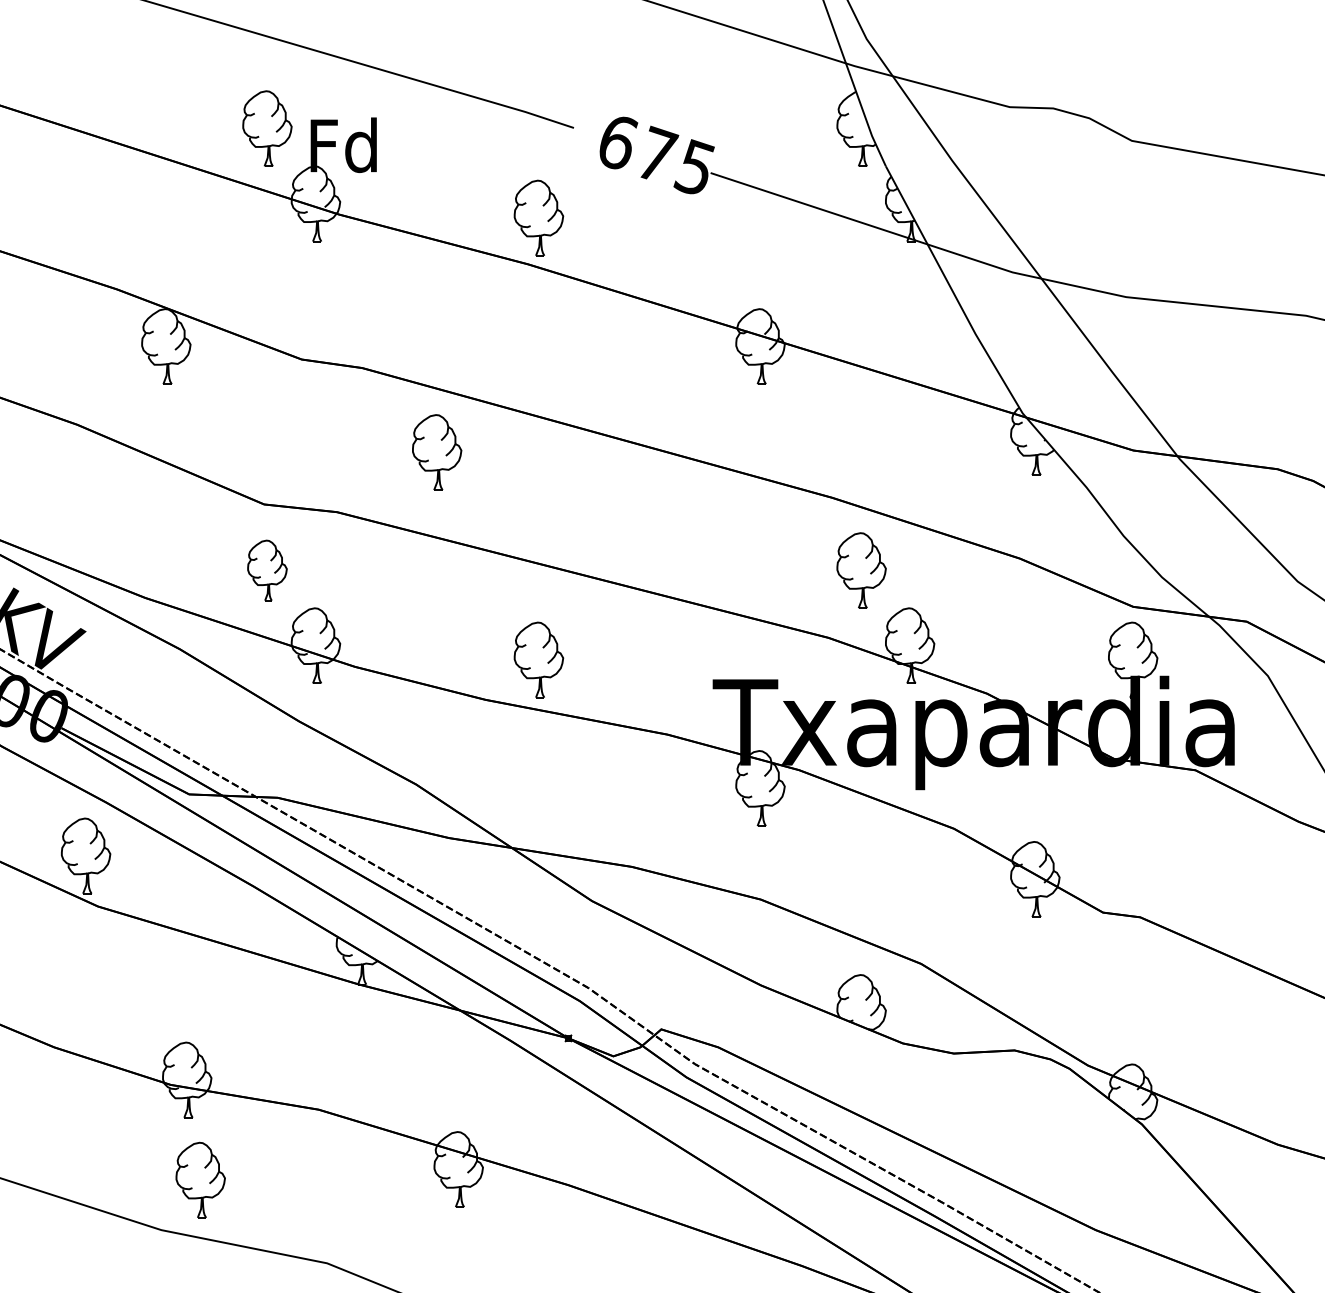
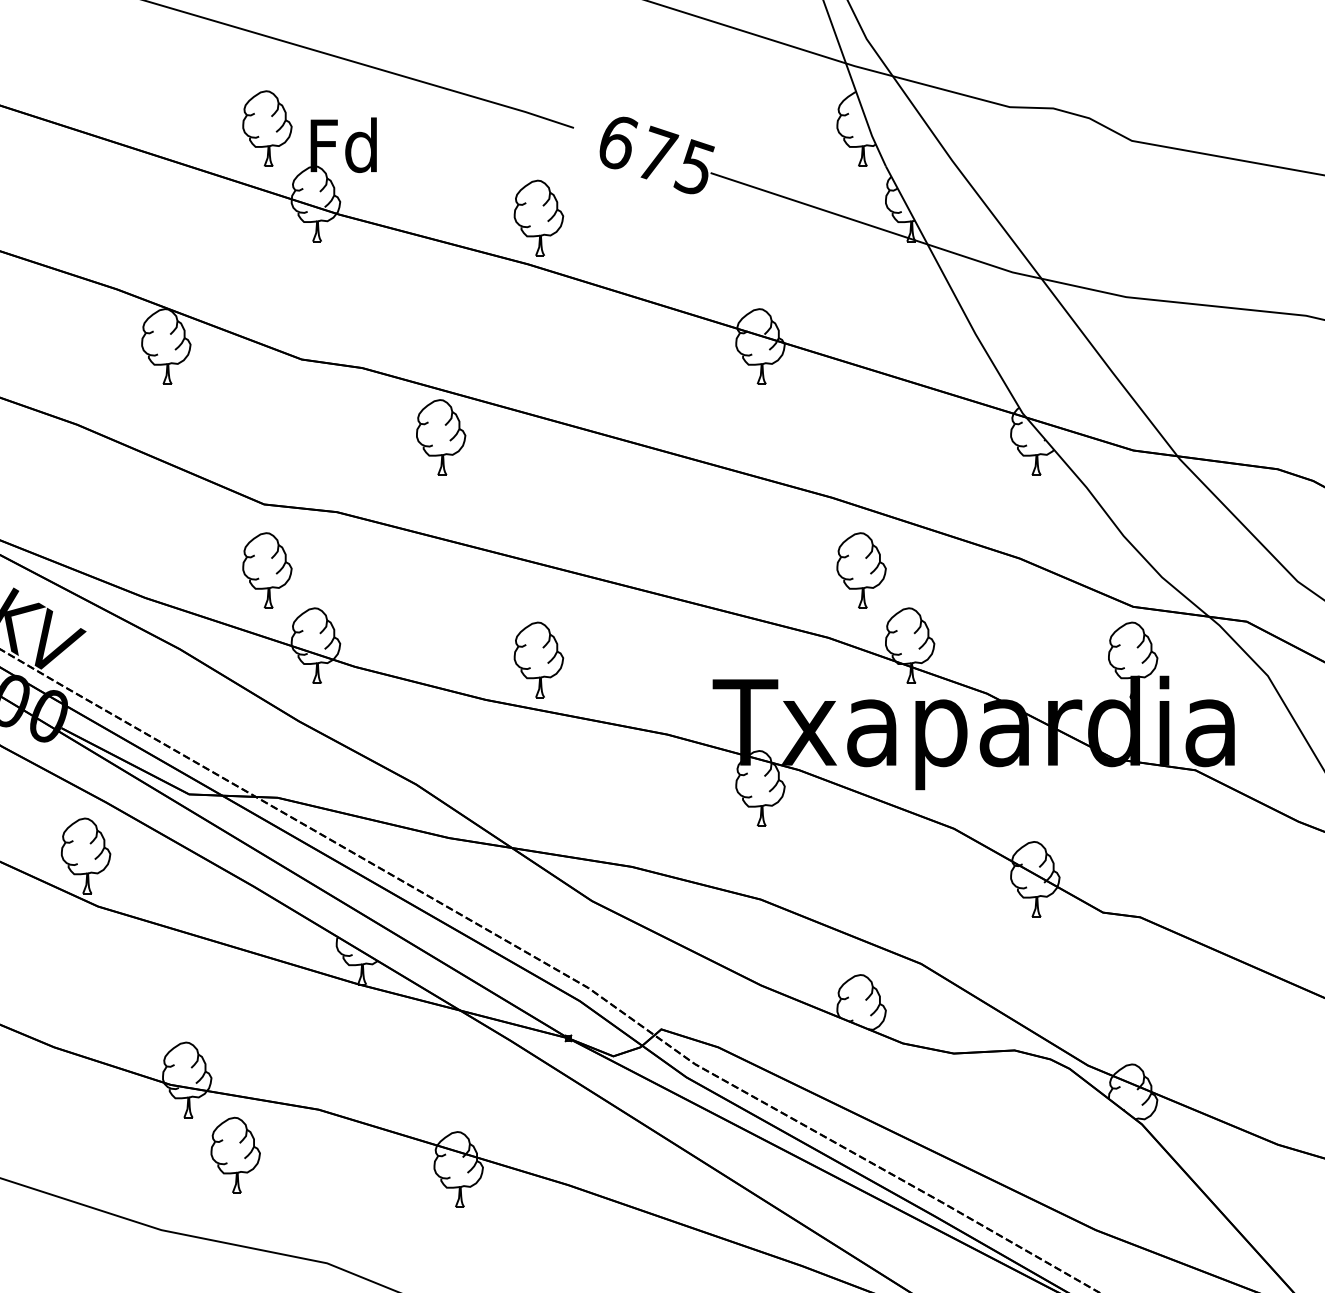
part at (437, 452) position: (437, 452) -> (441, 437)
part at (267, 570) size: 41x63 px -> 51x77 px
part at (200, 1179) position: (200, 1179) -> (235, 1154)
